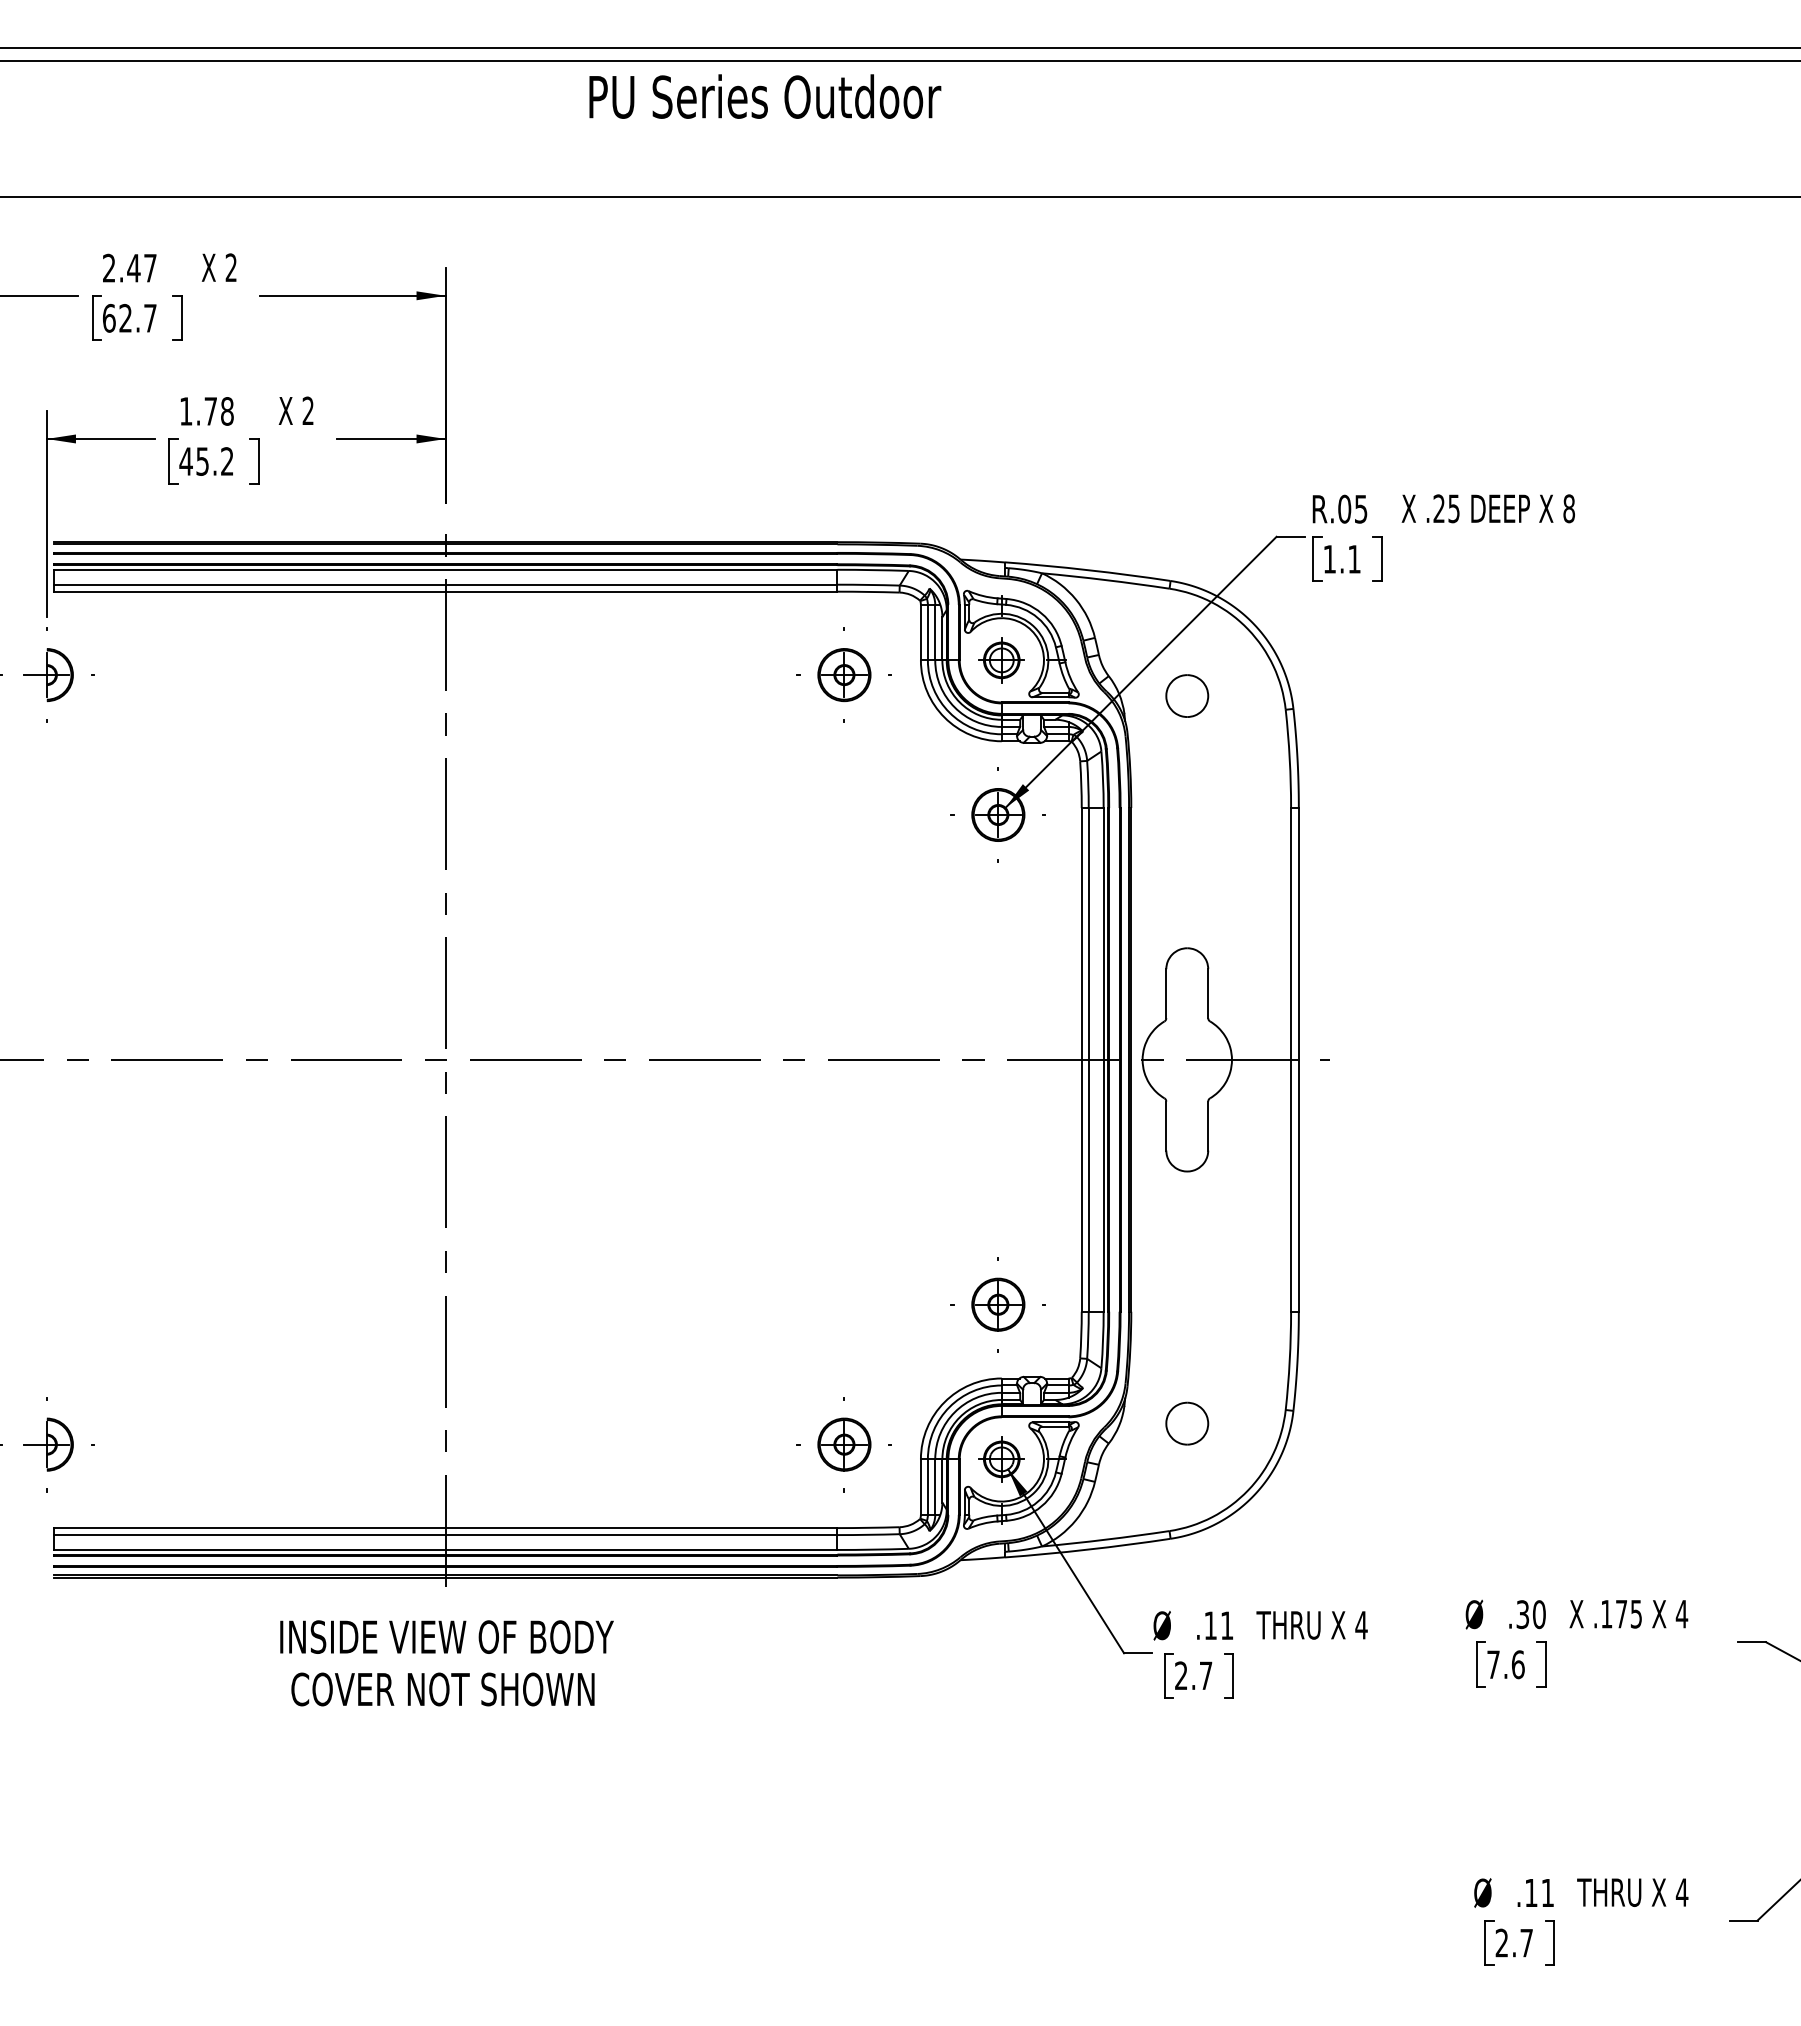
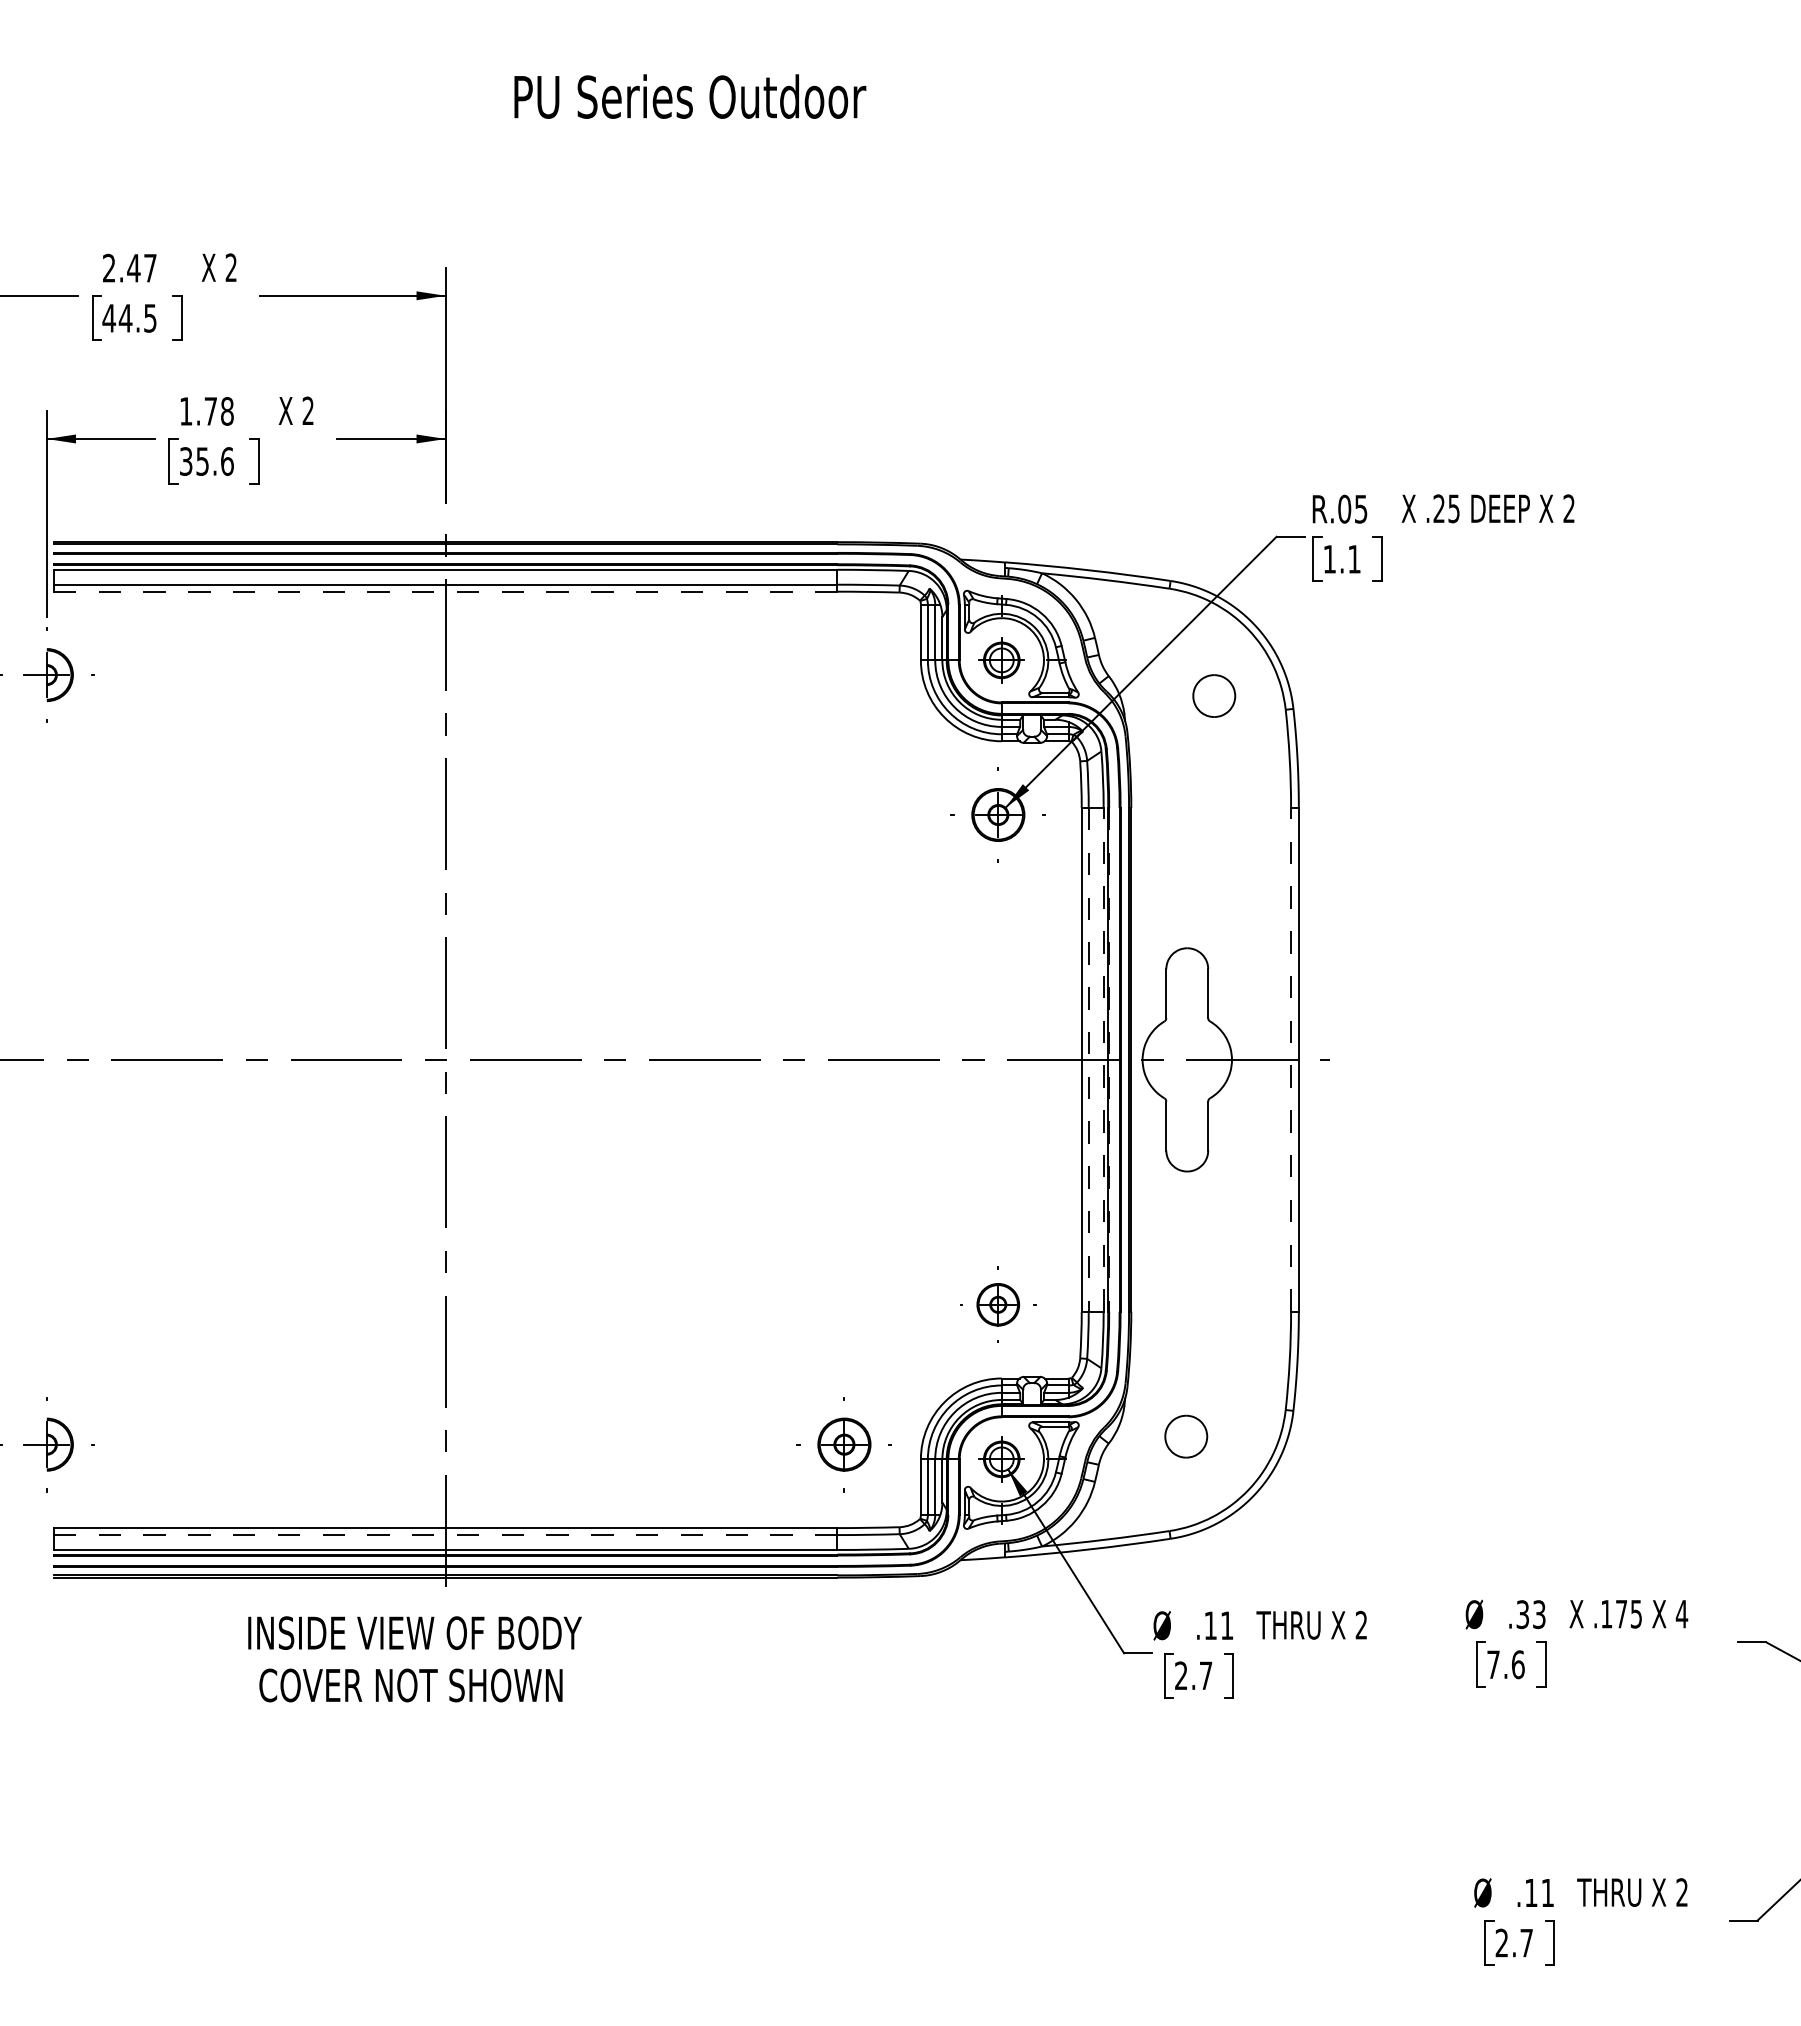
line at (899, 48): present -> none
line at (899, 60): present -> none
text at (765, 96) position: (765, 96) -> (690, 96)
line at (899, 196): present -> none
text at (129, 317): 62.7 -> 44.5
text at (206, 461): 45.2 -> 35.6
text at (1568, 508): 8 -> 2
line at (445, 591): solid -> dashed
part at (843, 674): present -> none
part at (1187, 695) position: (1187, 695) -> (1214, 695)
line at (1088, 1059): solid -> dashed
line at (1103, 1059): solid -> dashed
line at (1109, 1059): solid -> dashed
line at (1291, 1059): solid -> dashed
part at (997, 1304) size: 96x96 px -> 77x77 px
part at (1187, 1423) position: (1187, 1423) -> (1186, 1436)
line at (445, 1535): solid -> dashed
text at (1539, 1614): .30 -> .33
text at (1361, 1624): 4 -> 2
text at (446, 1663) position: (446, 1663) -> (414, 1659)
text at (1681, 1892): 4 -> 2
